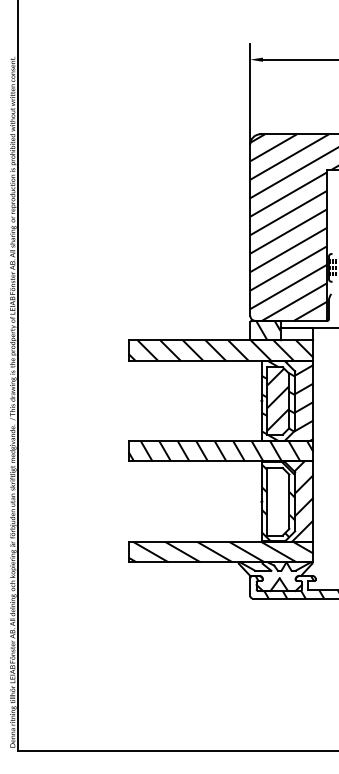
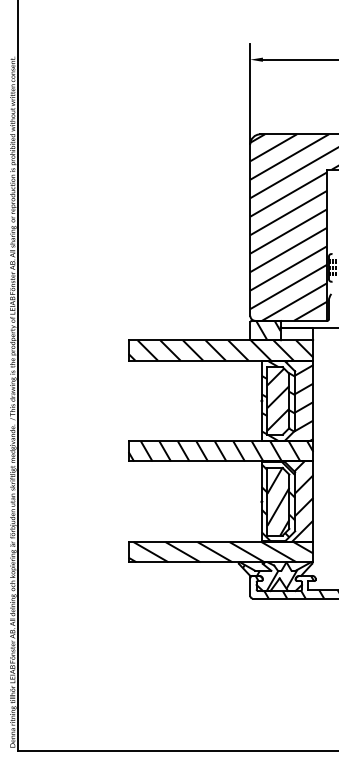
hatch at (278, 501): none -> present
hatch at (269, 576): none -> present
